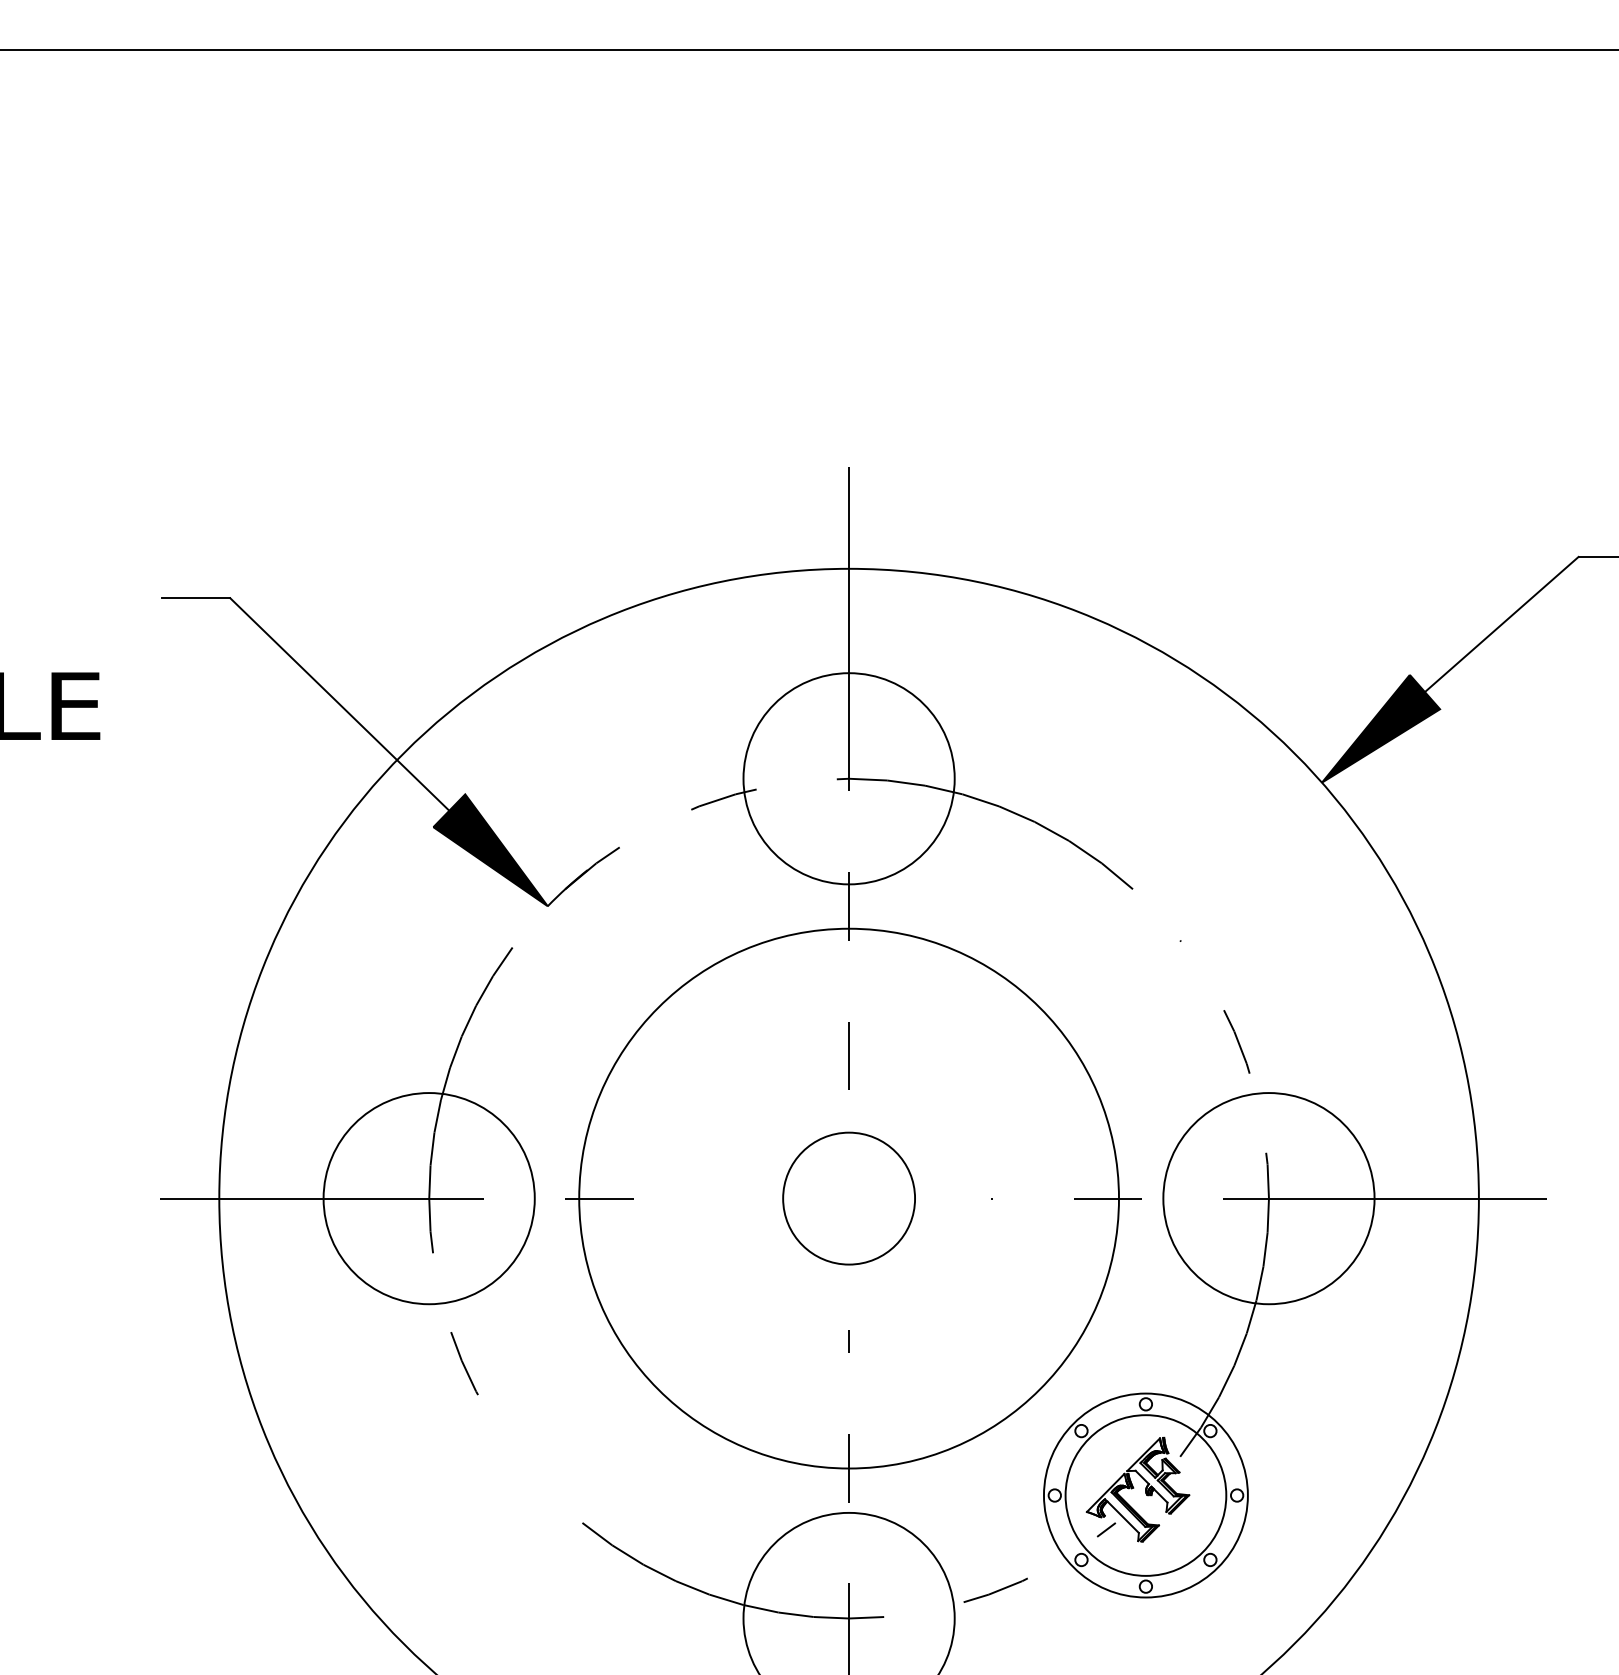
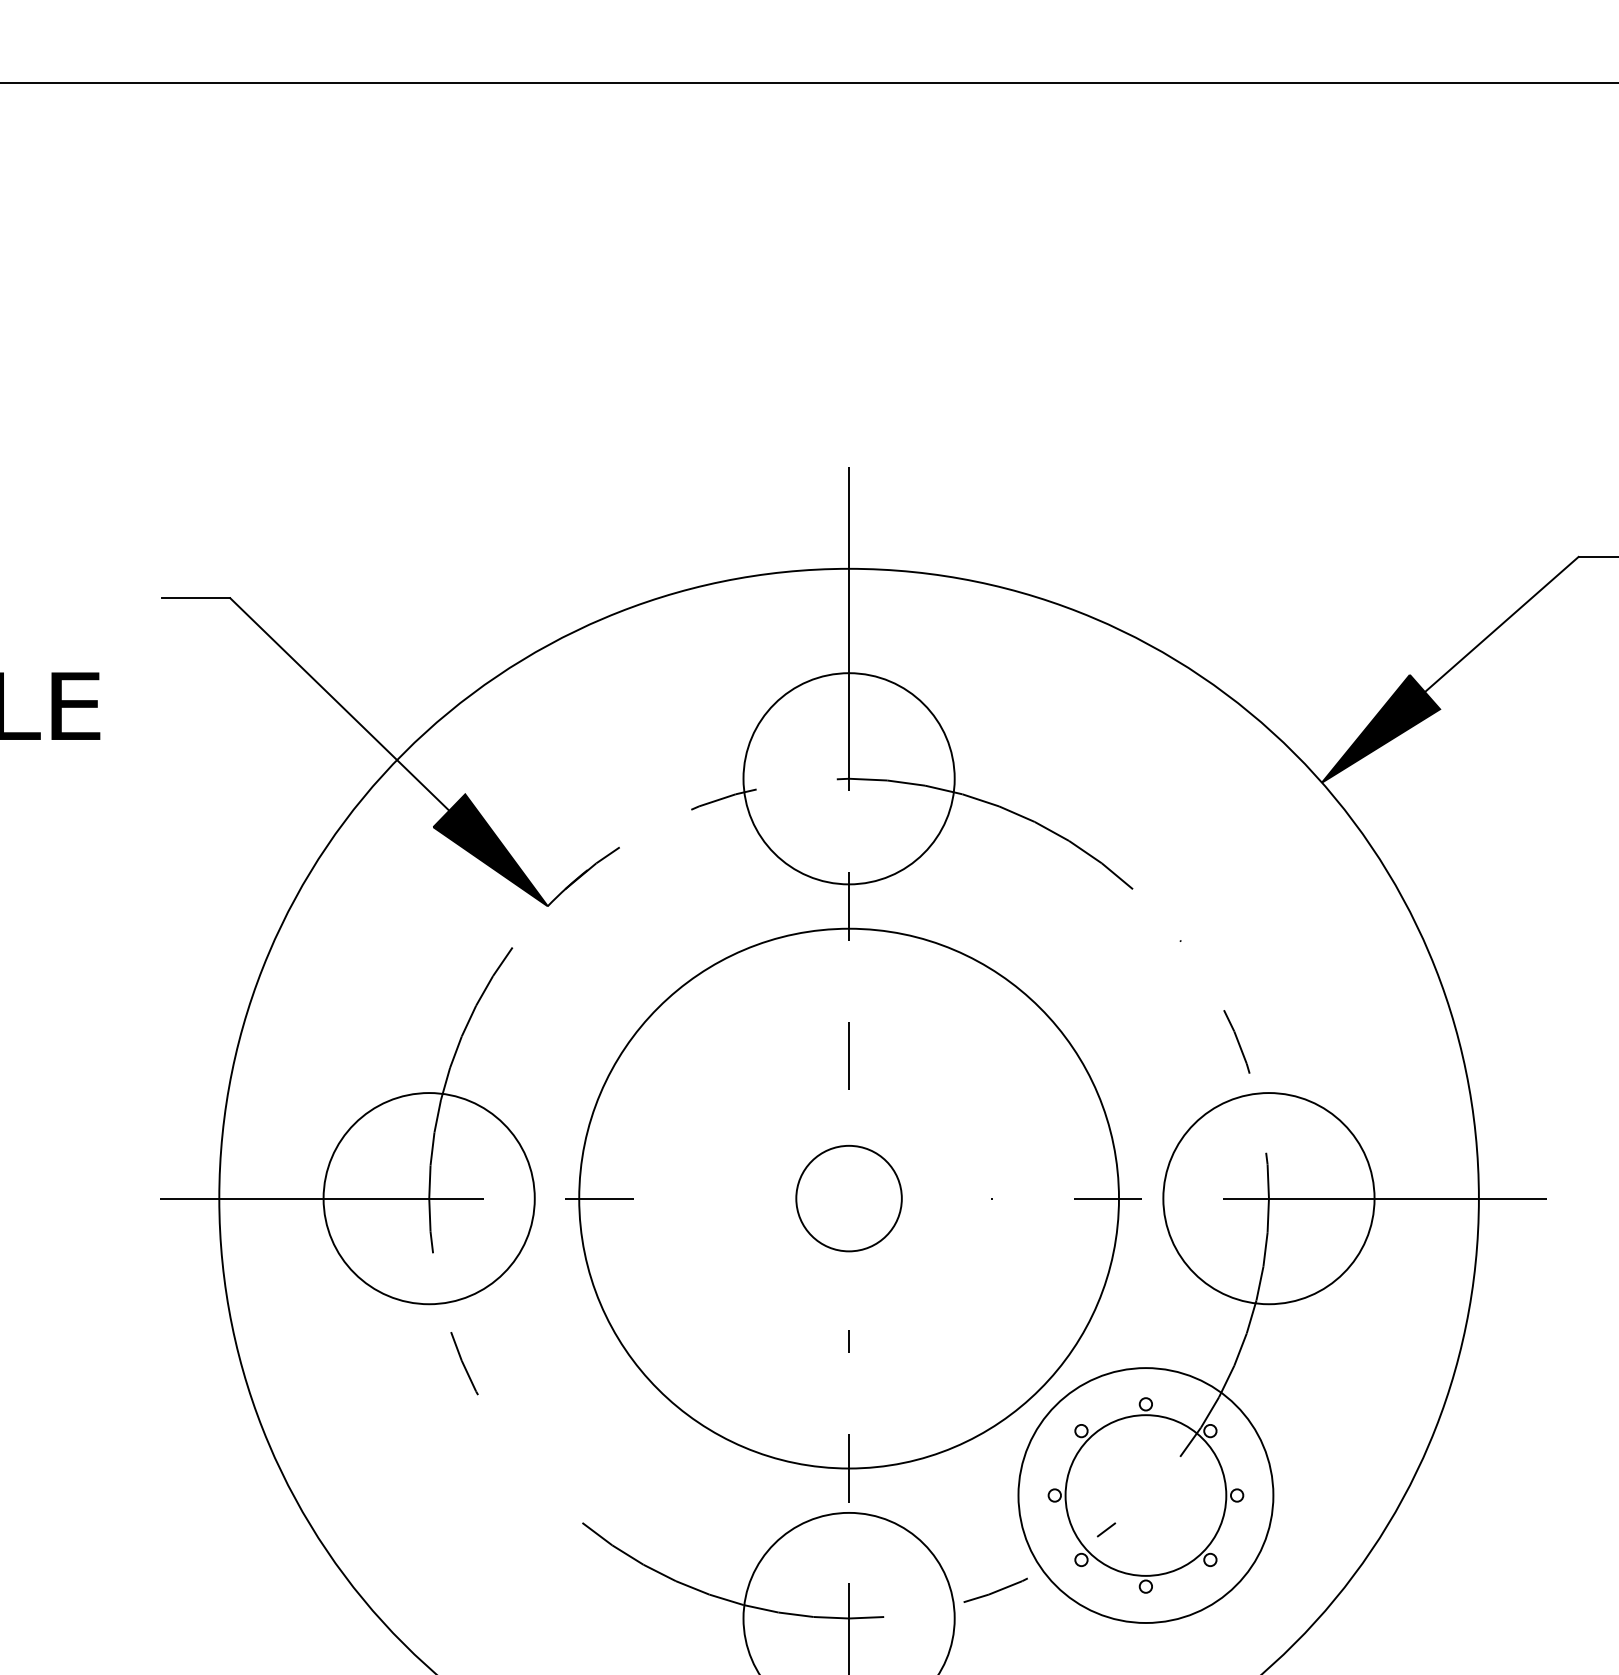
line at (808, 50) position: (808, 50) -> (808, 83)
circle at (848, 1198) size: 134x135 px -> 108x109 px
part at (1137, 1489): present -> none
circle at (1145, 1495) diameter: 204 px -> 255 px
